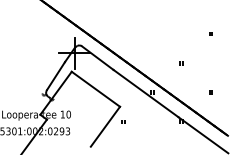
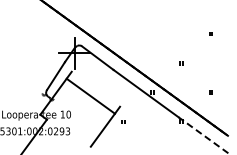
line at (95, 88) position: (95, 88) -> (90, 95)
line at (203, 135): solid -> dashed
